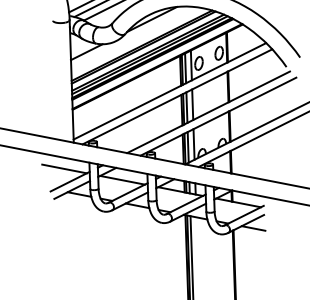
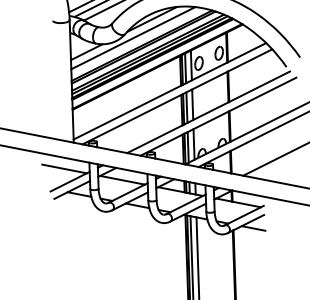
line at (133, 38): none -> present
line at (274, 159): none -> present
line at (197, 256): none -> present
